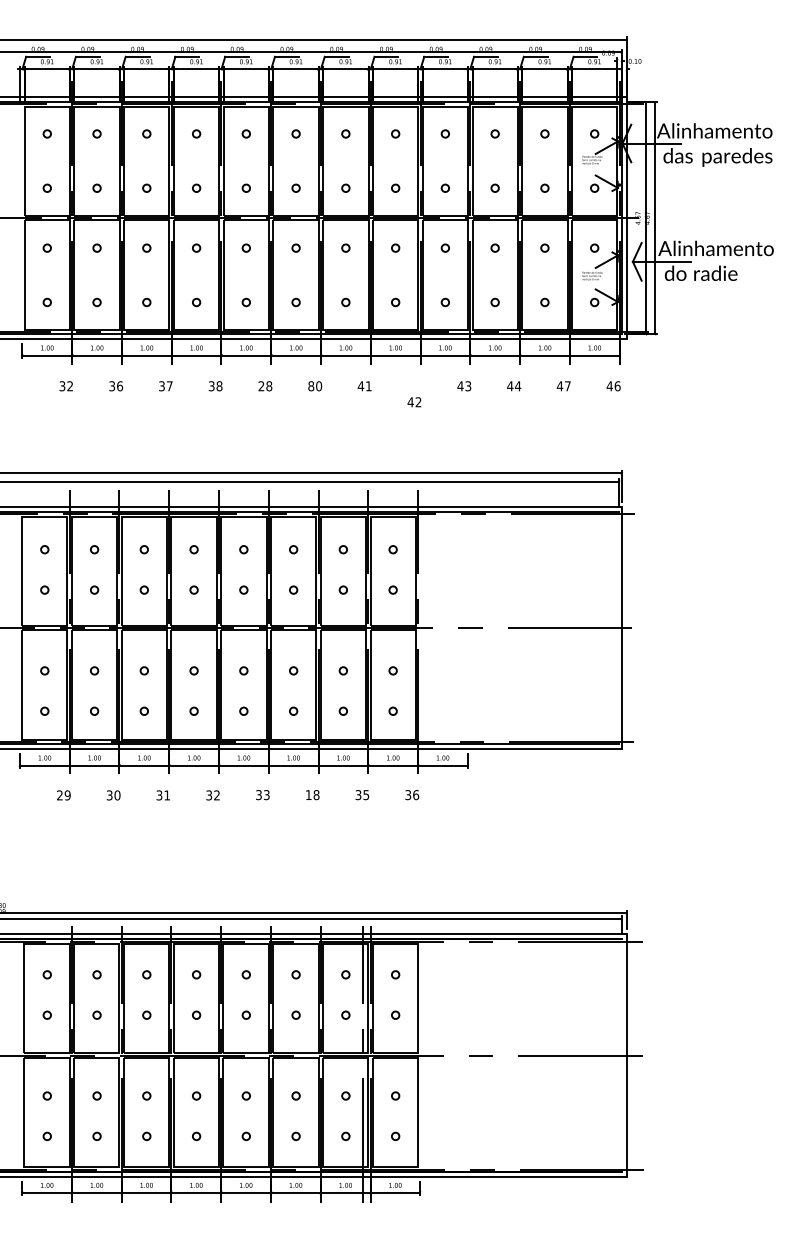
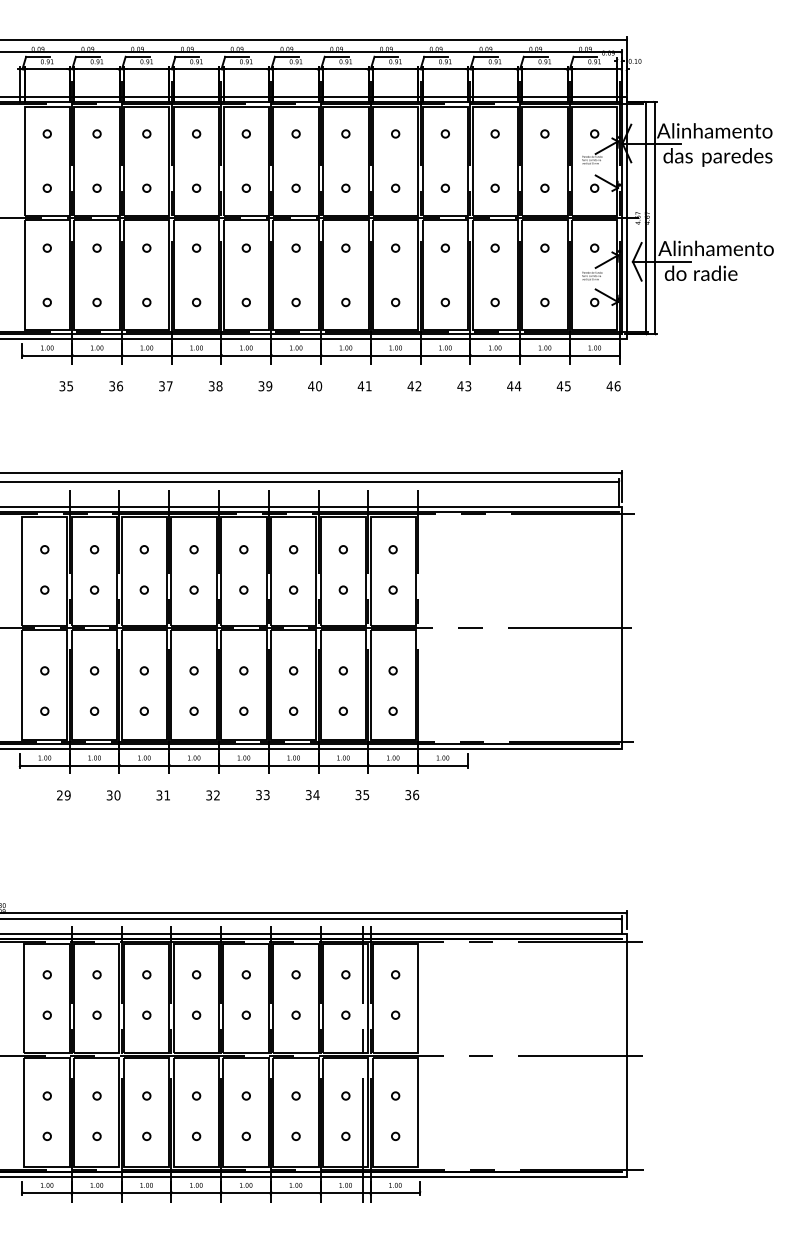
text at (69, 386): 32 -> 35
text at (265, 386): 28 -> 39
text at (311, 386): 80 -> 40
text at (567, 386): 47 -> 45
text at (414, 402) position: (414, 402) -> (414, 386)
text at (312, 795): 18 -> 34
